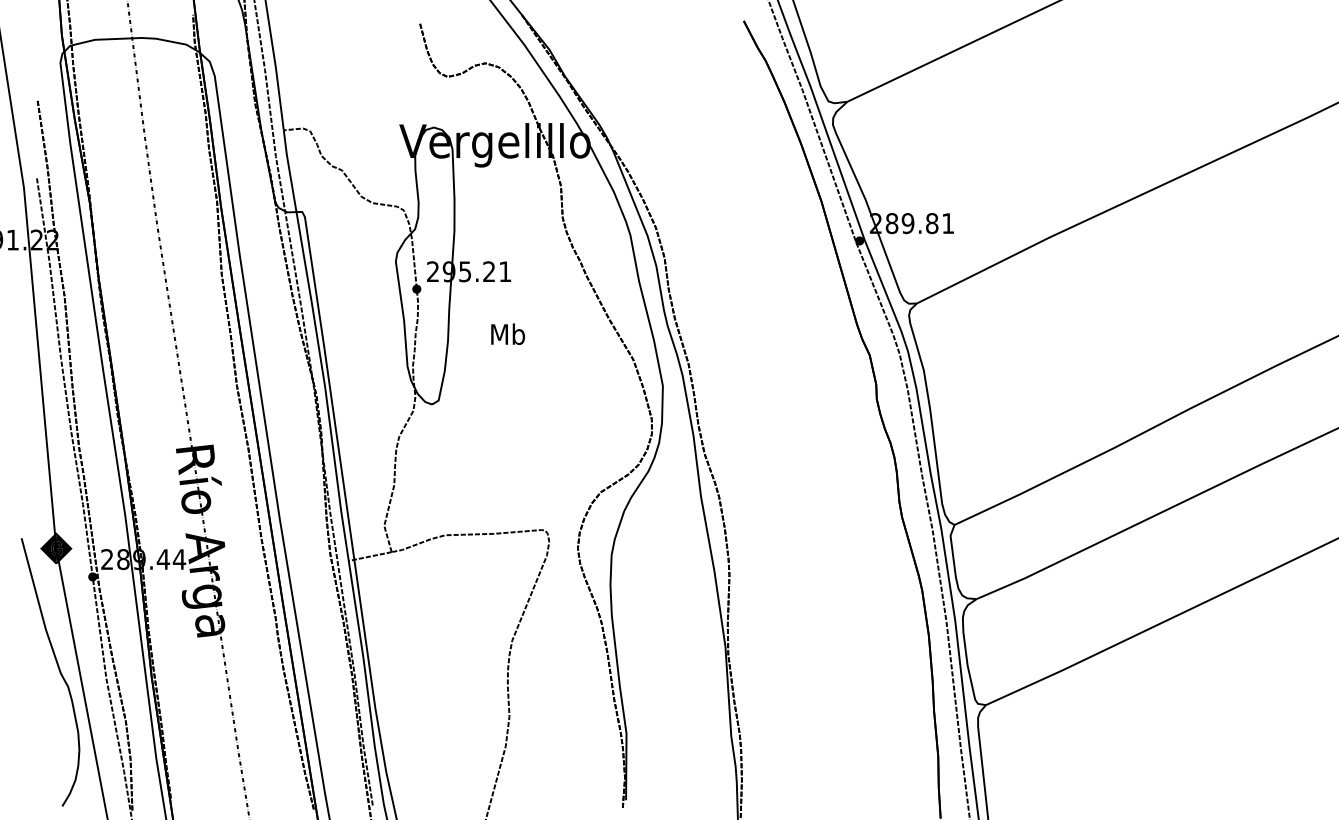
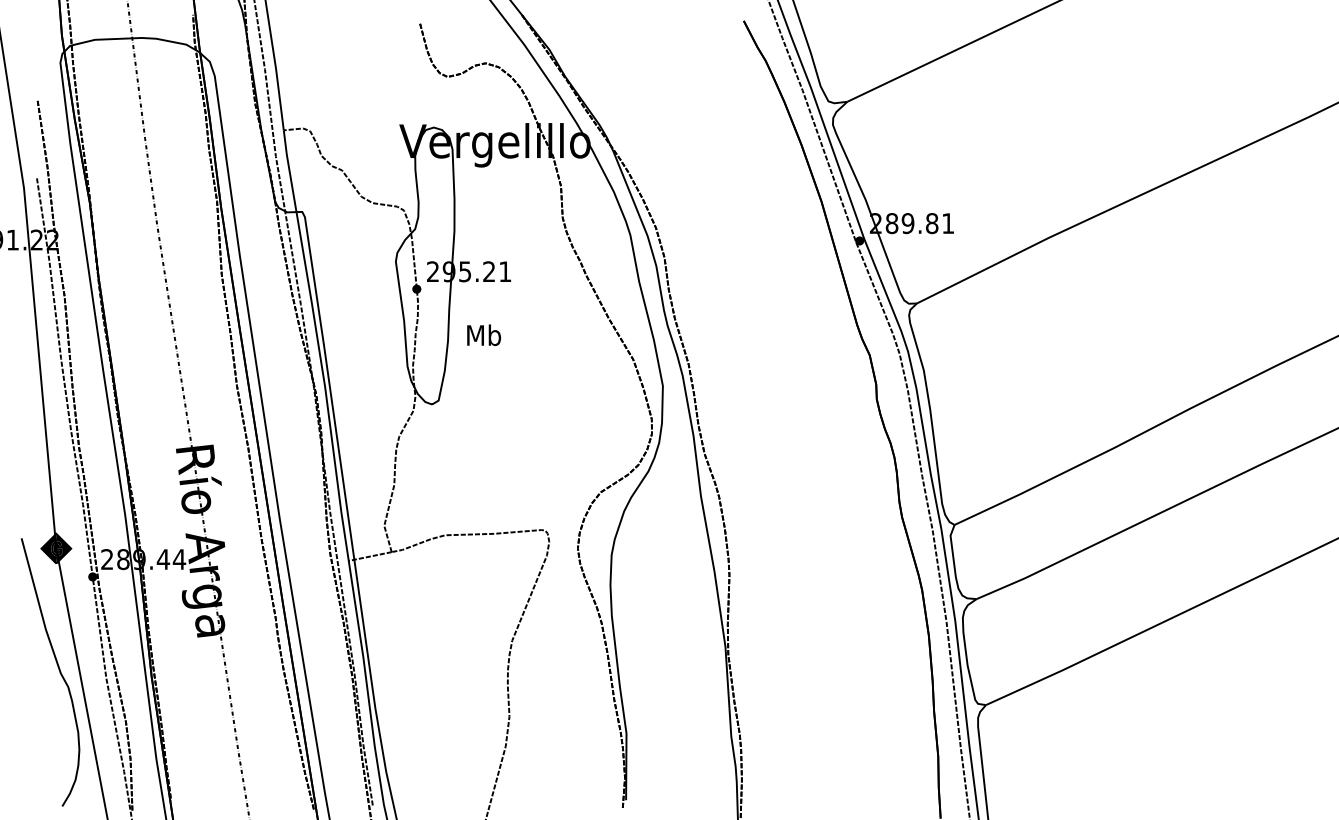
text at (508, 334) position: (508, 334) -> (484, 335)
